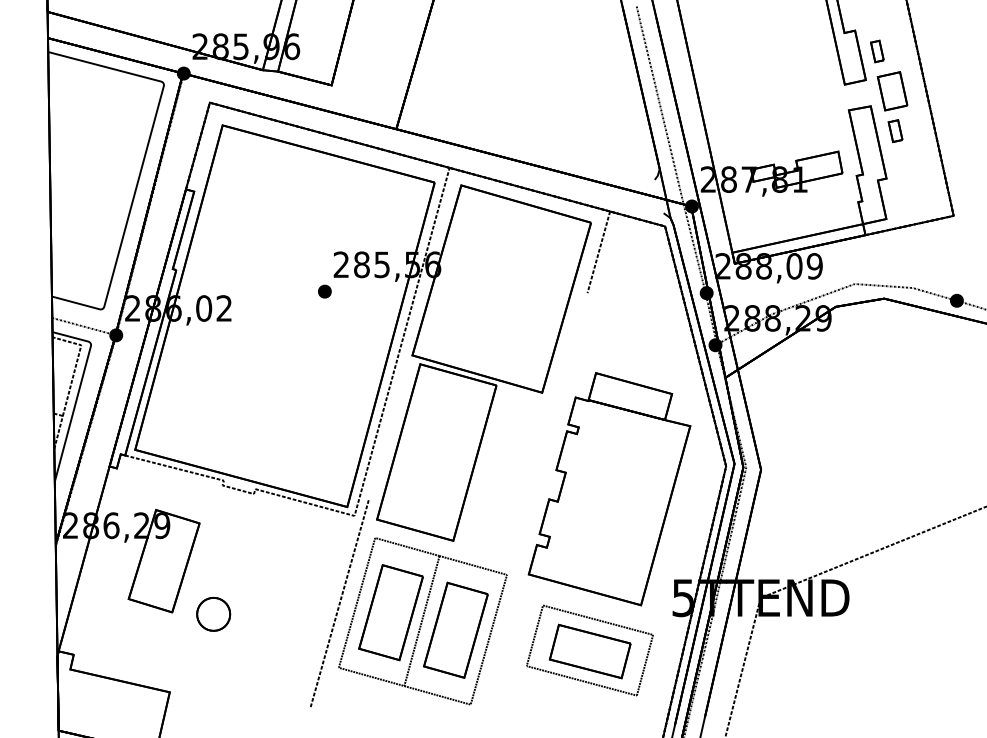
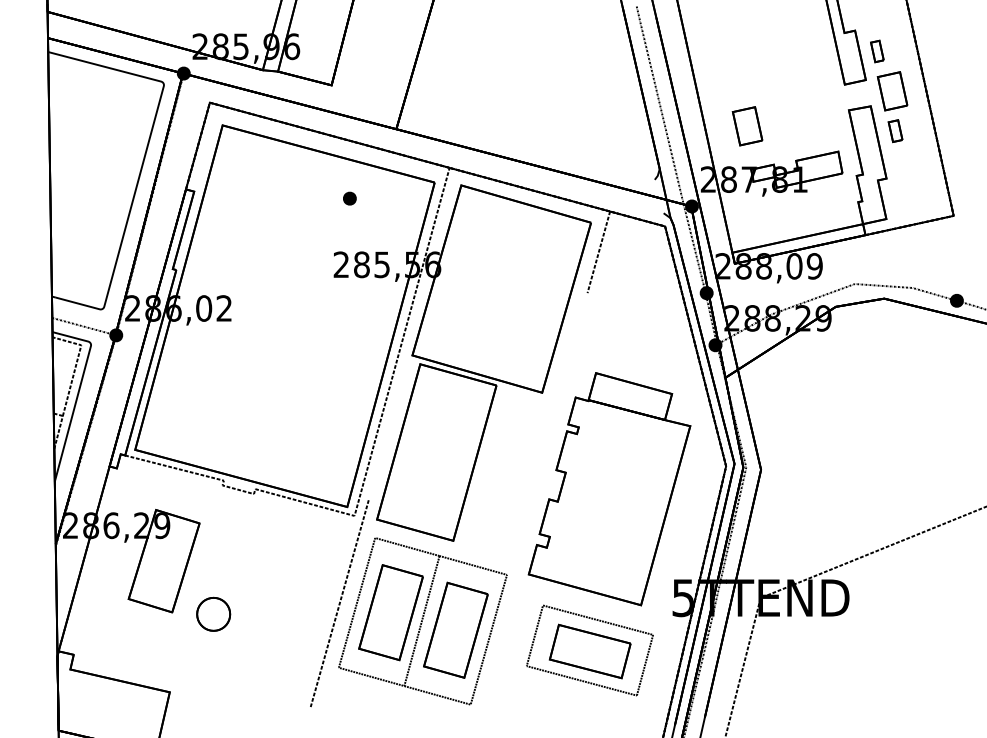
part at (747, 126): none -> present
part at (324, 291) position: (324, 291) -> (349, 198)
